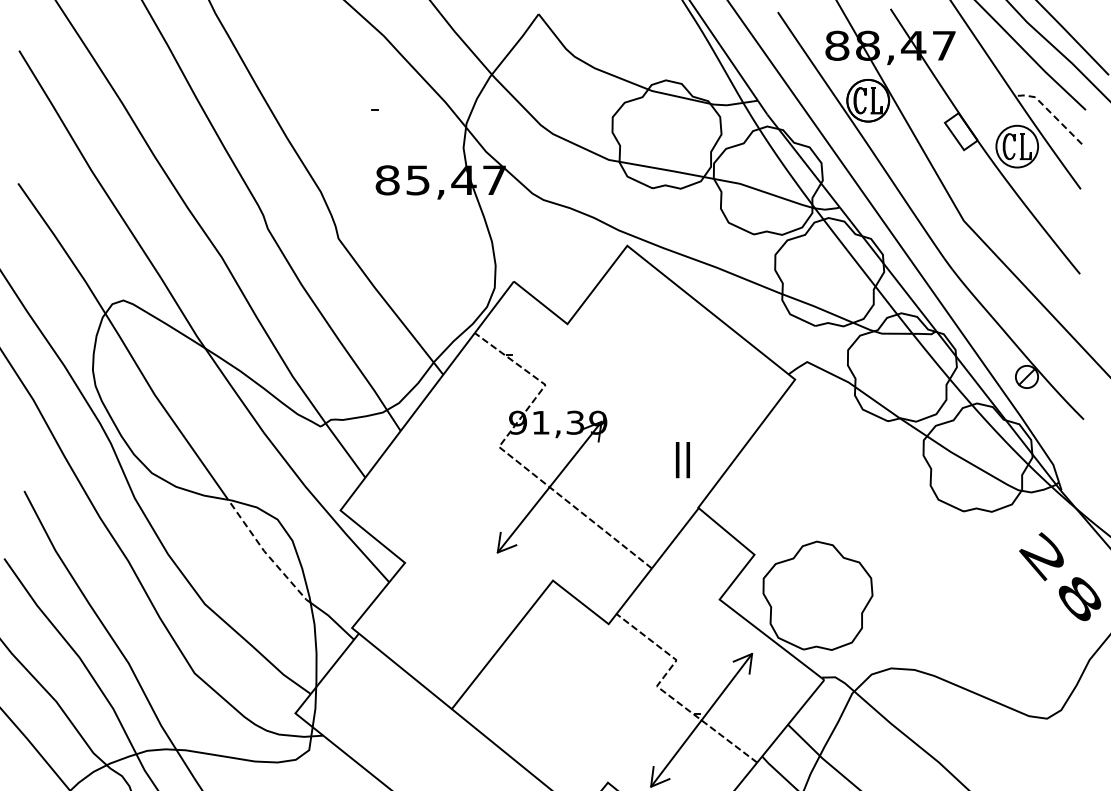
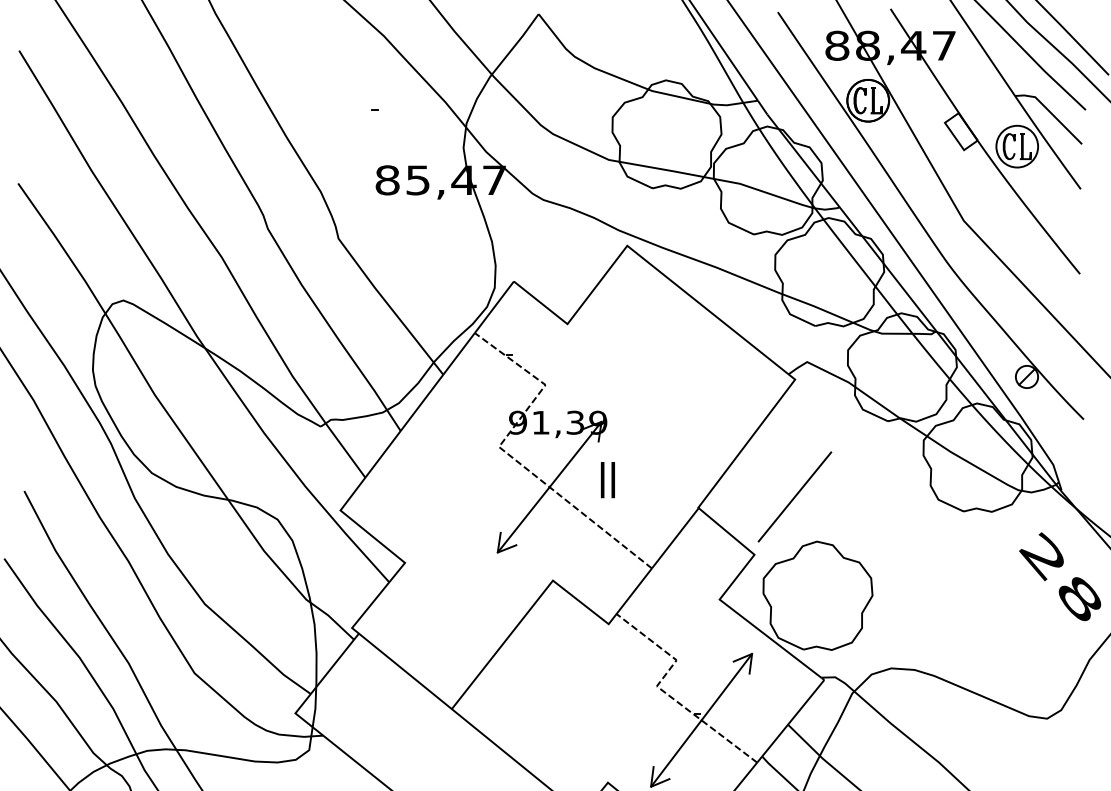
line at (1049, 111): dashed -> solid
text at (682, 460) position: (682, 460) -> (607, 480)
line at (794, 496): none -> present
line at (266, 554): dashed -> solid
